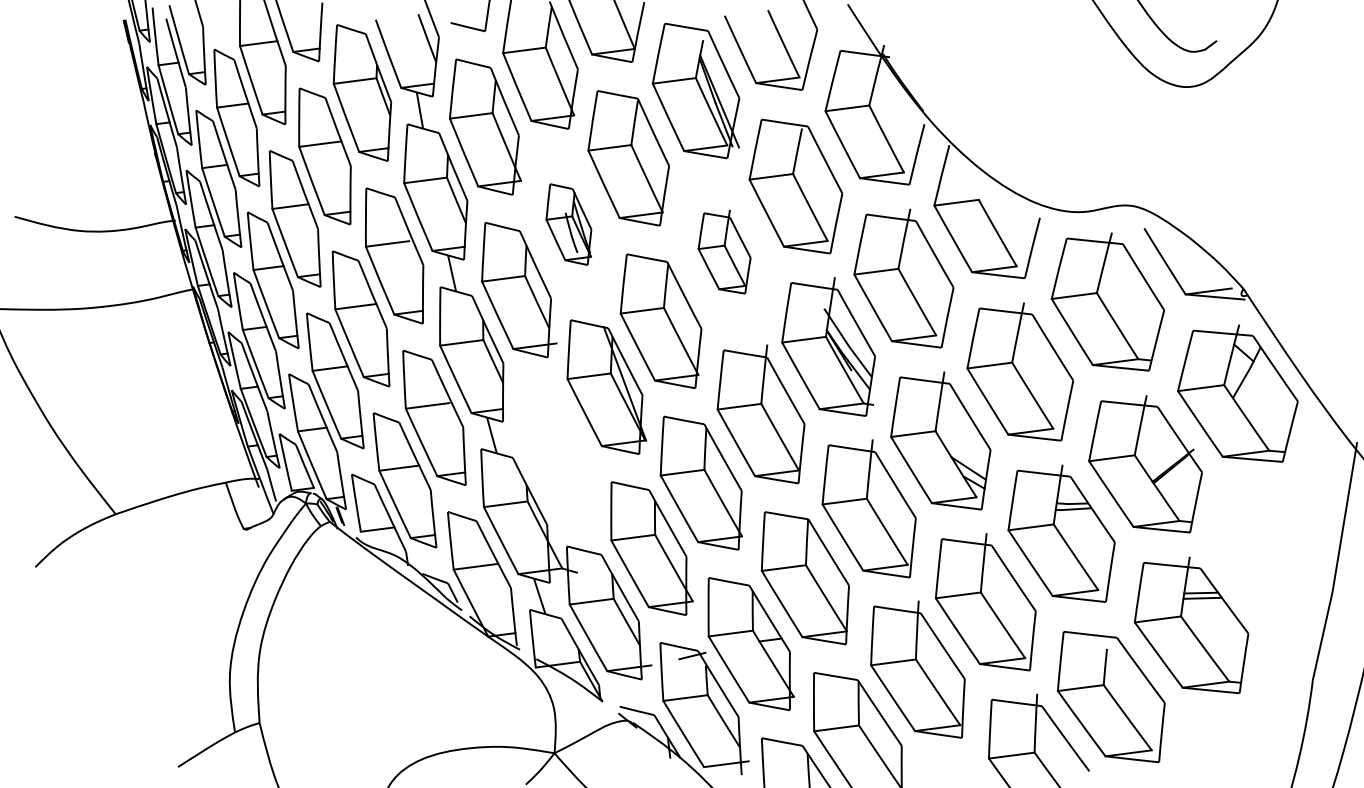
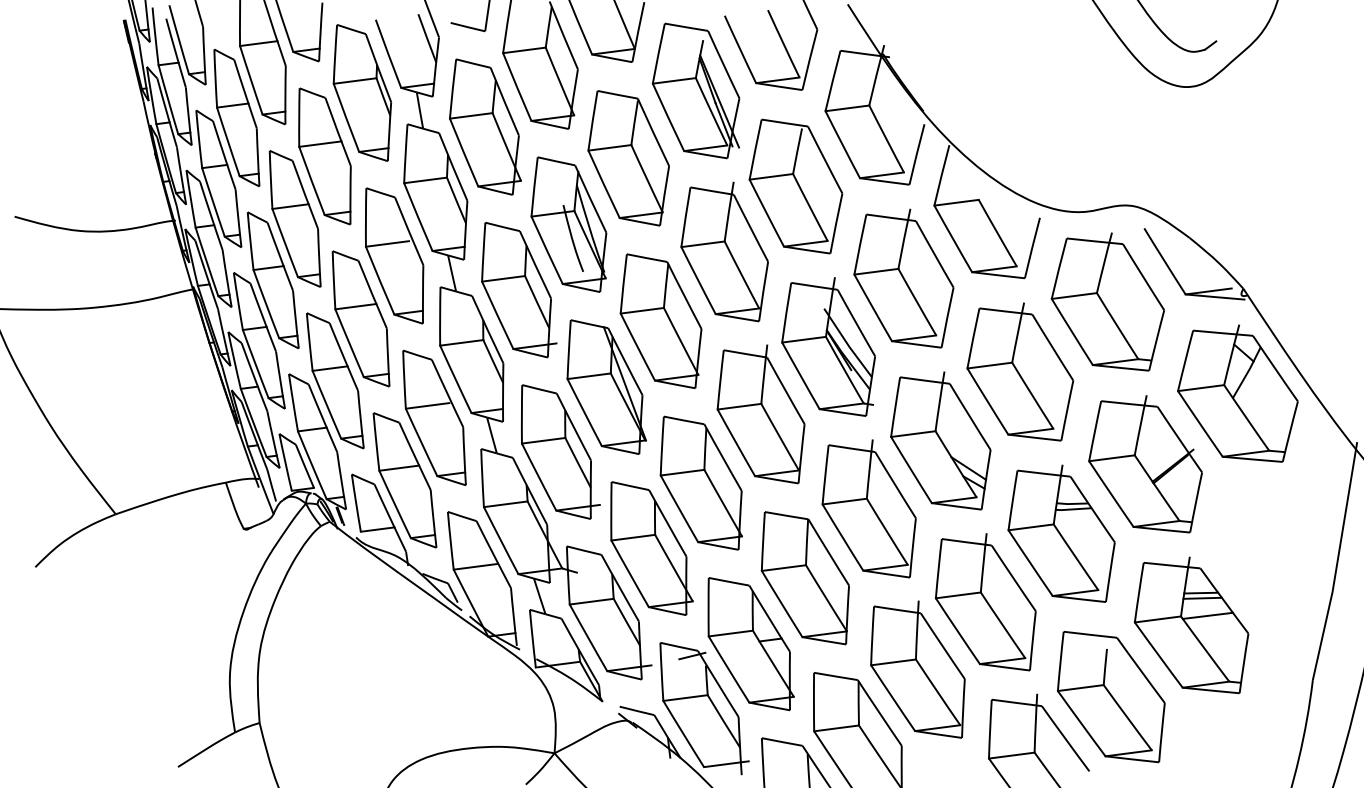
part at (568, 224) size: 48x83 px -> 78x137 px
part at (724, 251) size: 55x86 px -> 89x142 px
part at (560, 451): none -> present
line at (1207, 615): none -> present
